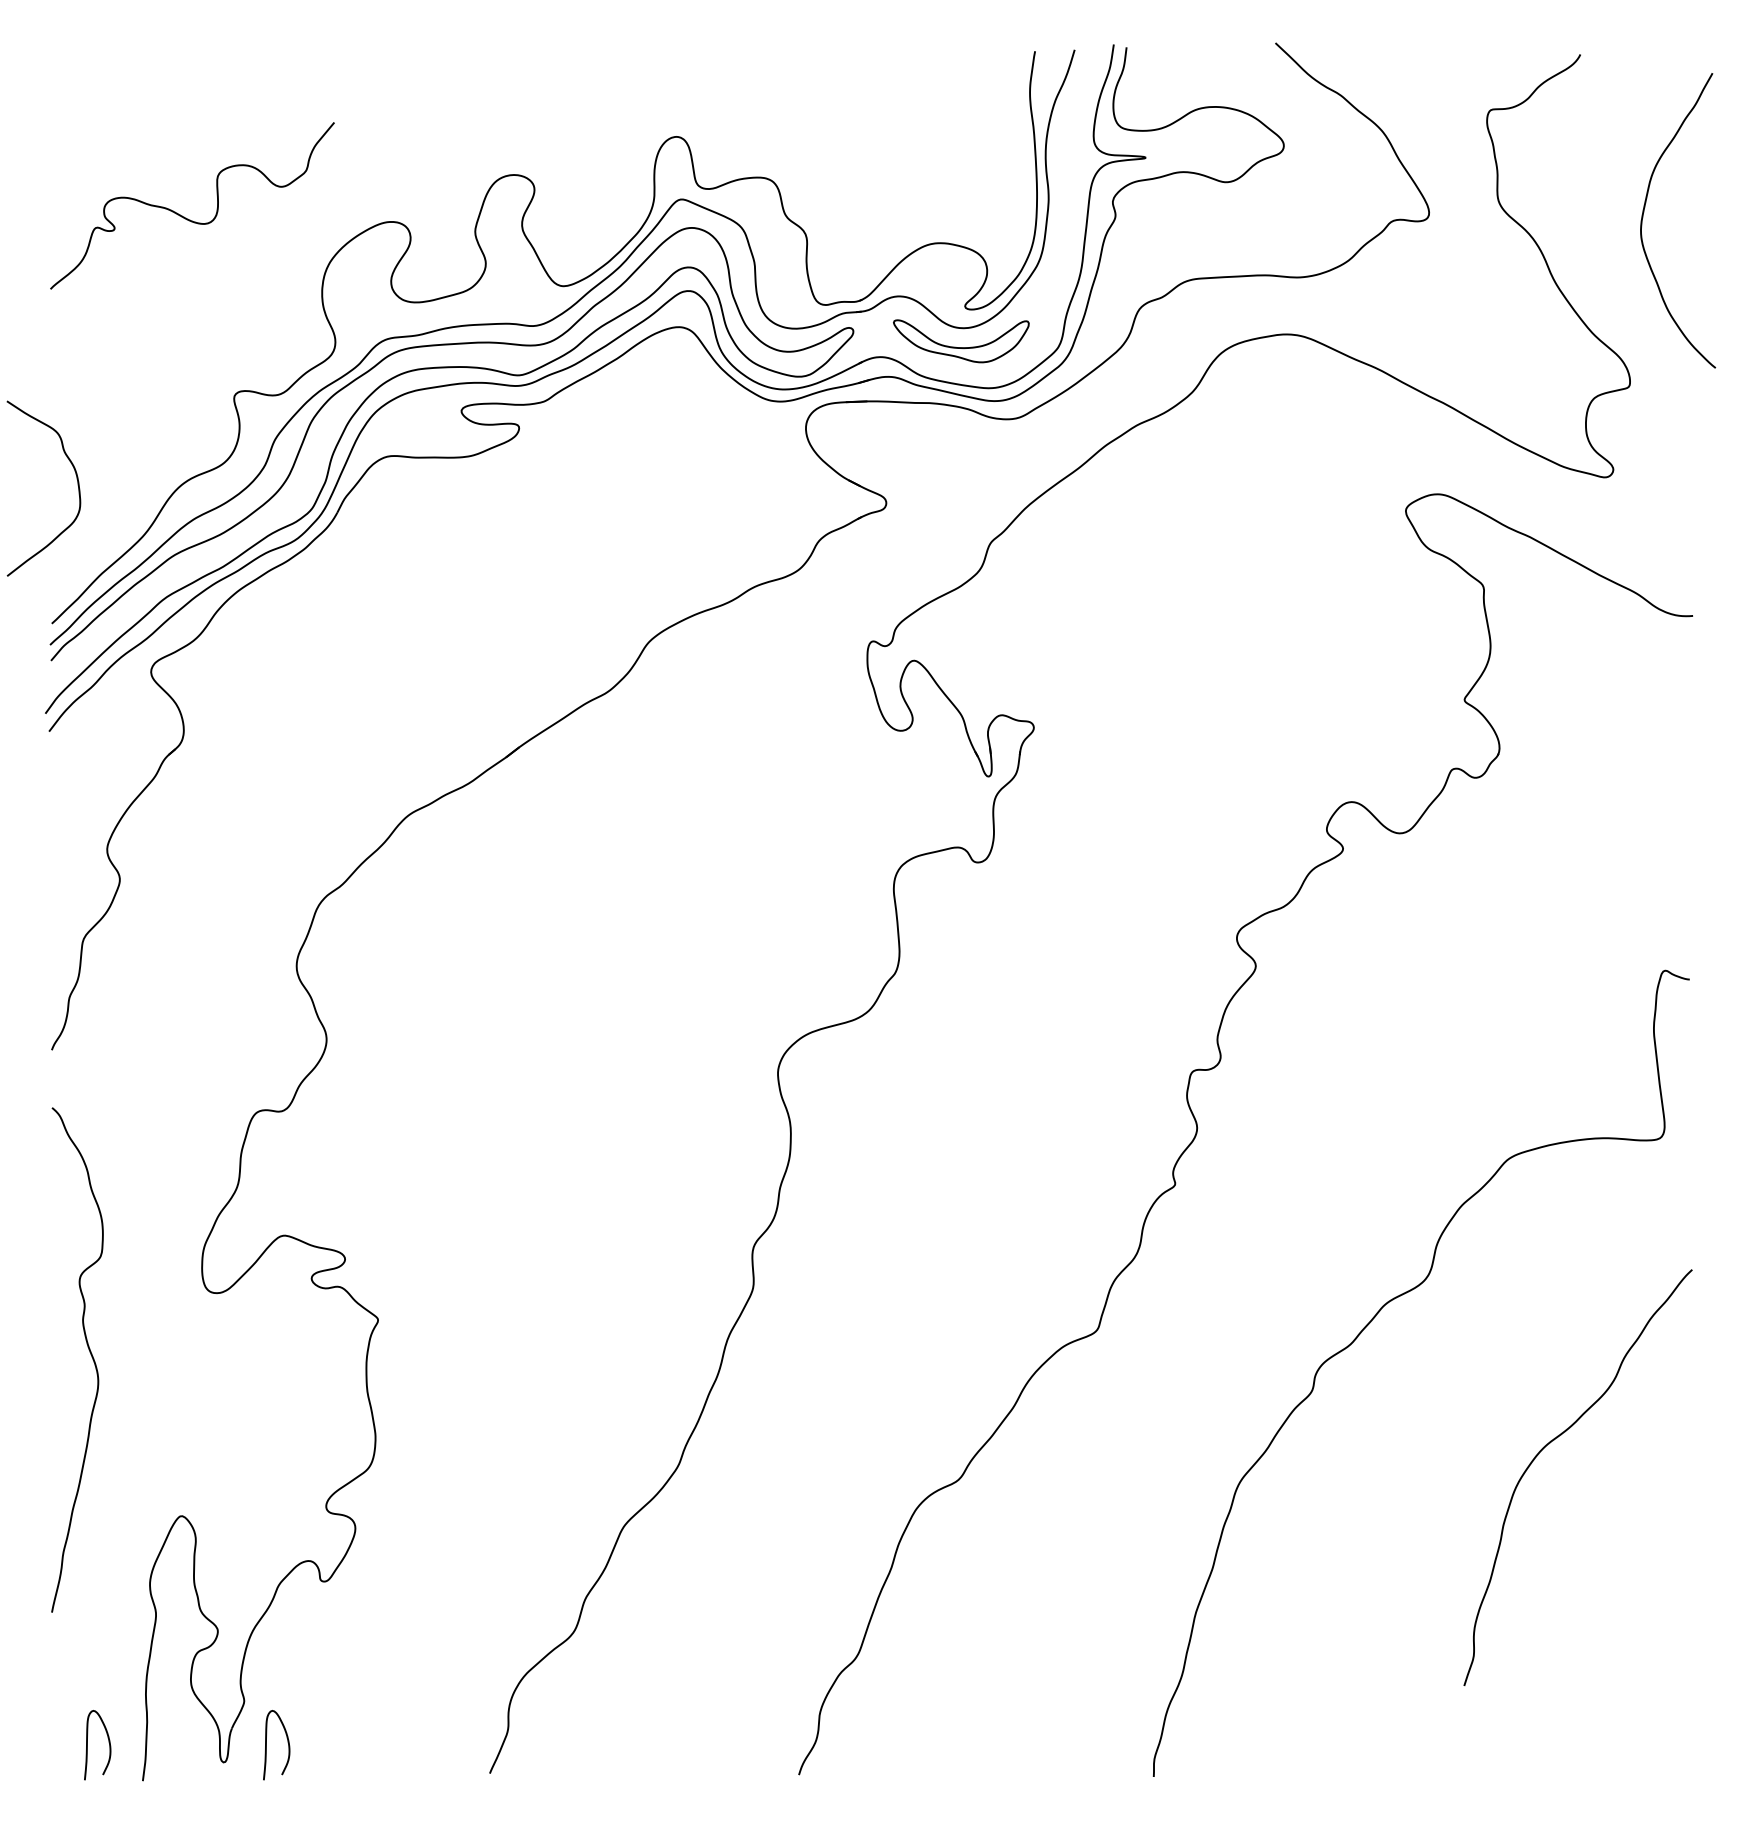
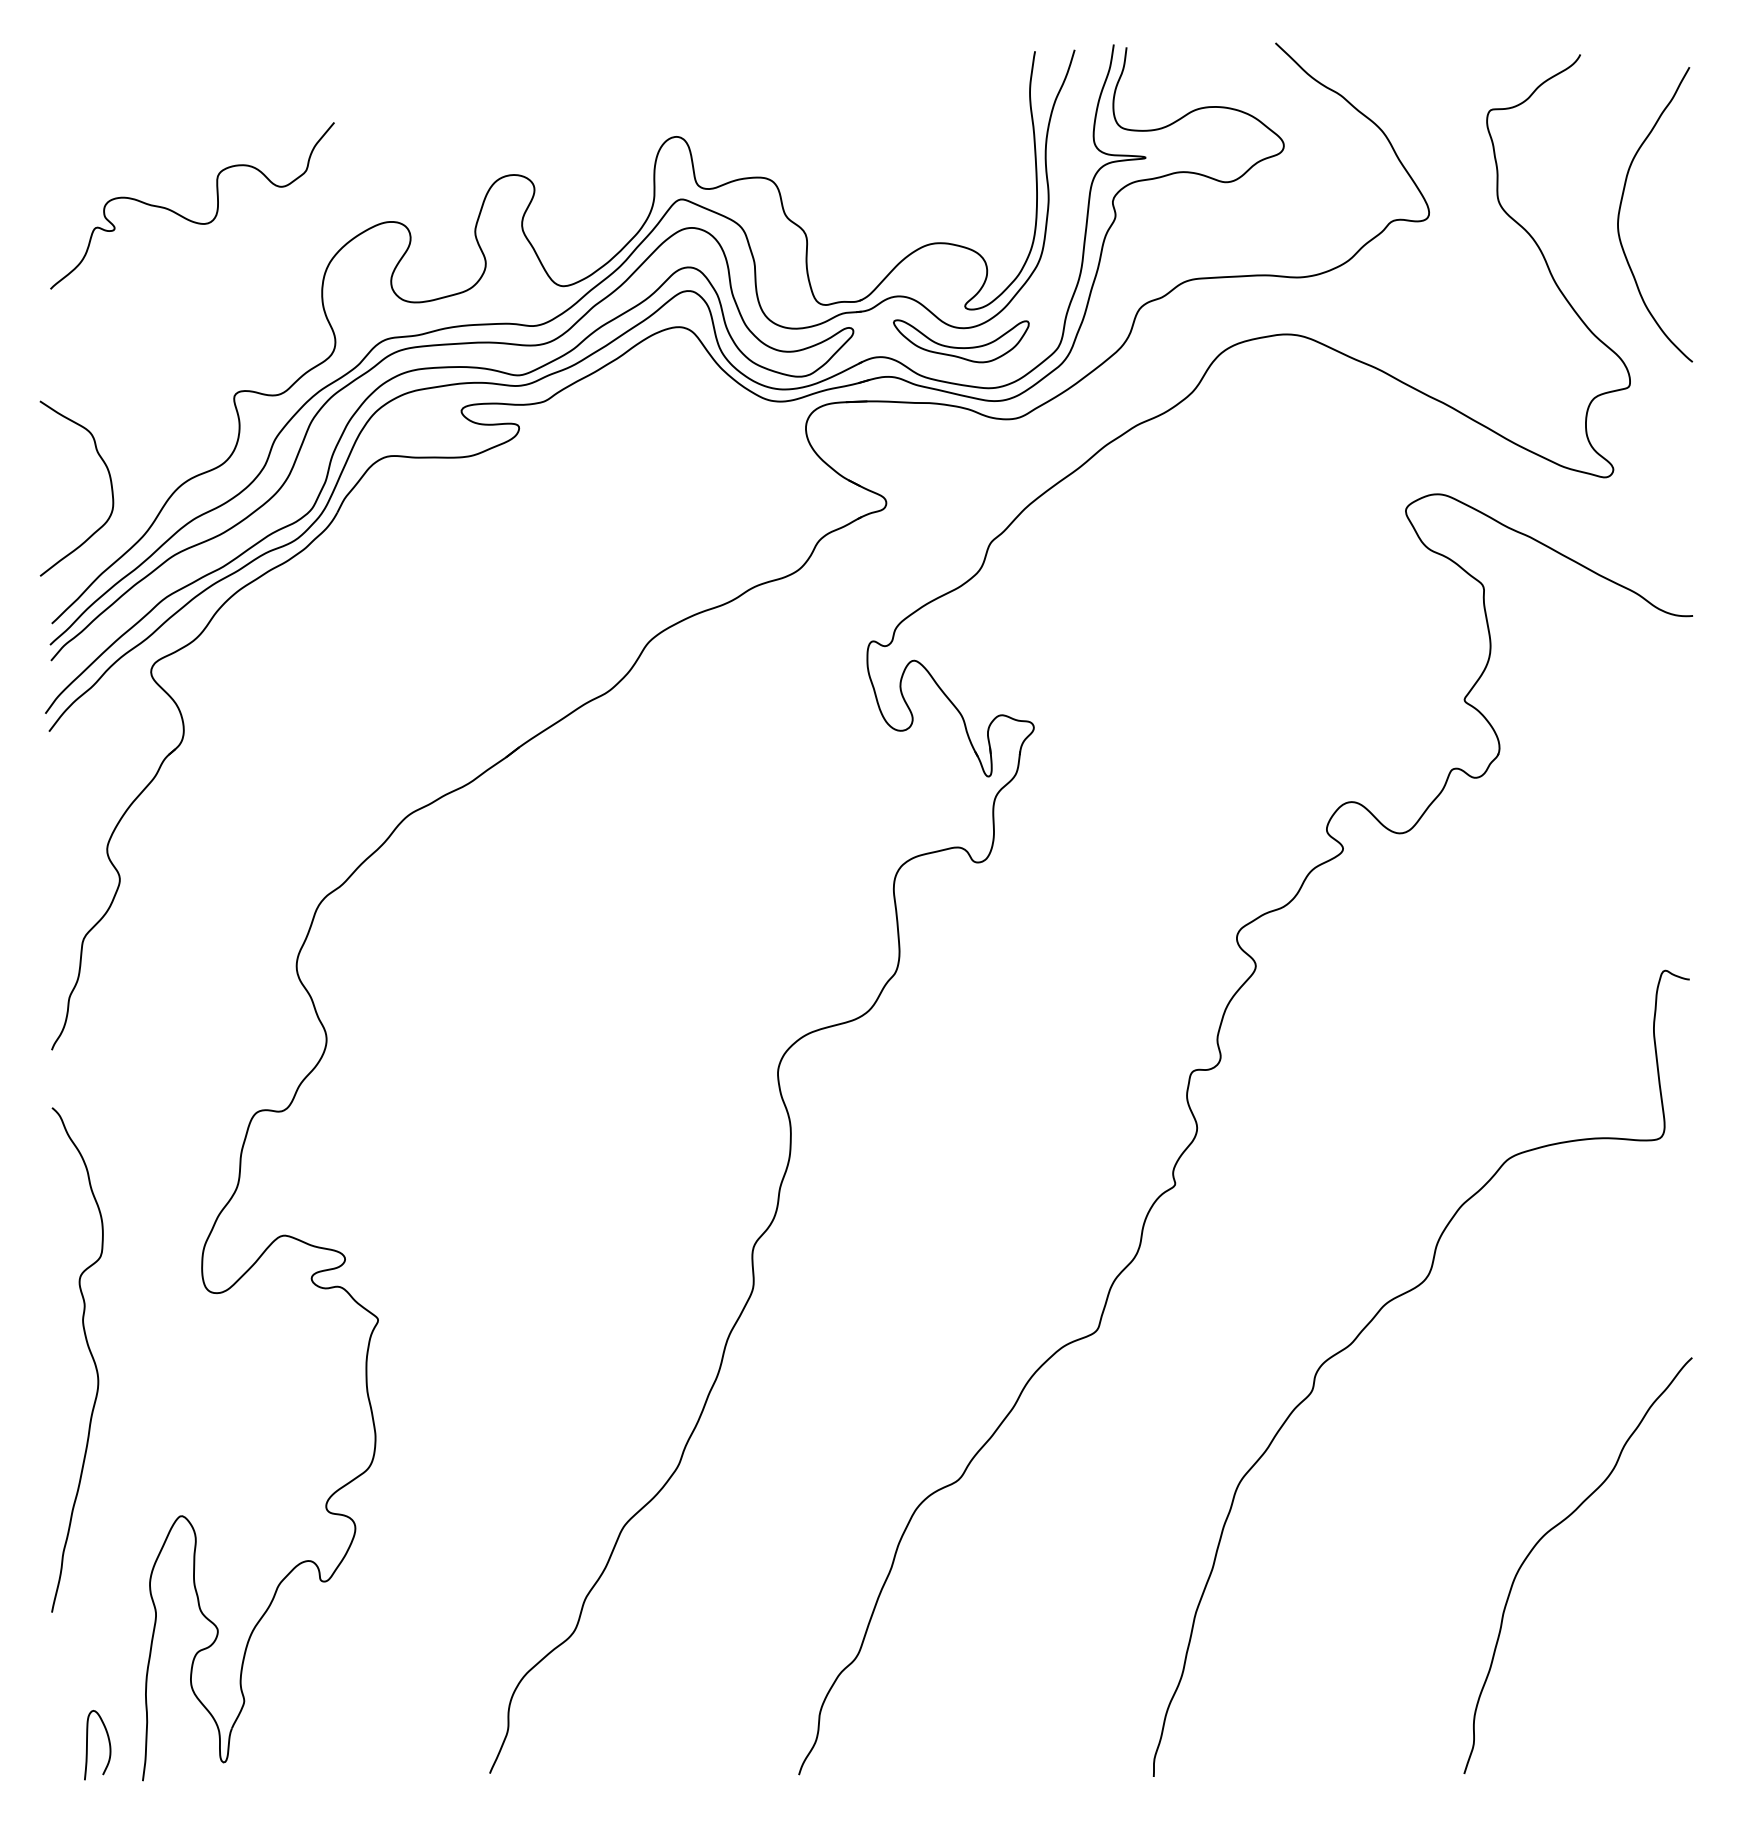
curve at (1644, 212) position: (1644, 212) -> (1621, 206)
curve at (77, 485) position: (77, 485) -> (110, 485)
curve at (1549, 1444) position: (1549, 1444) -> (1549, 1532)
curve at (266, 1745): present -> none
